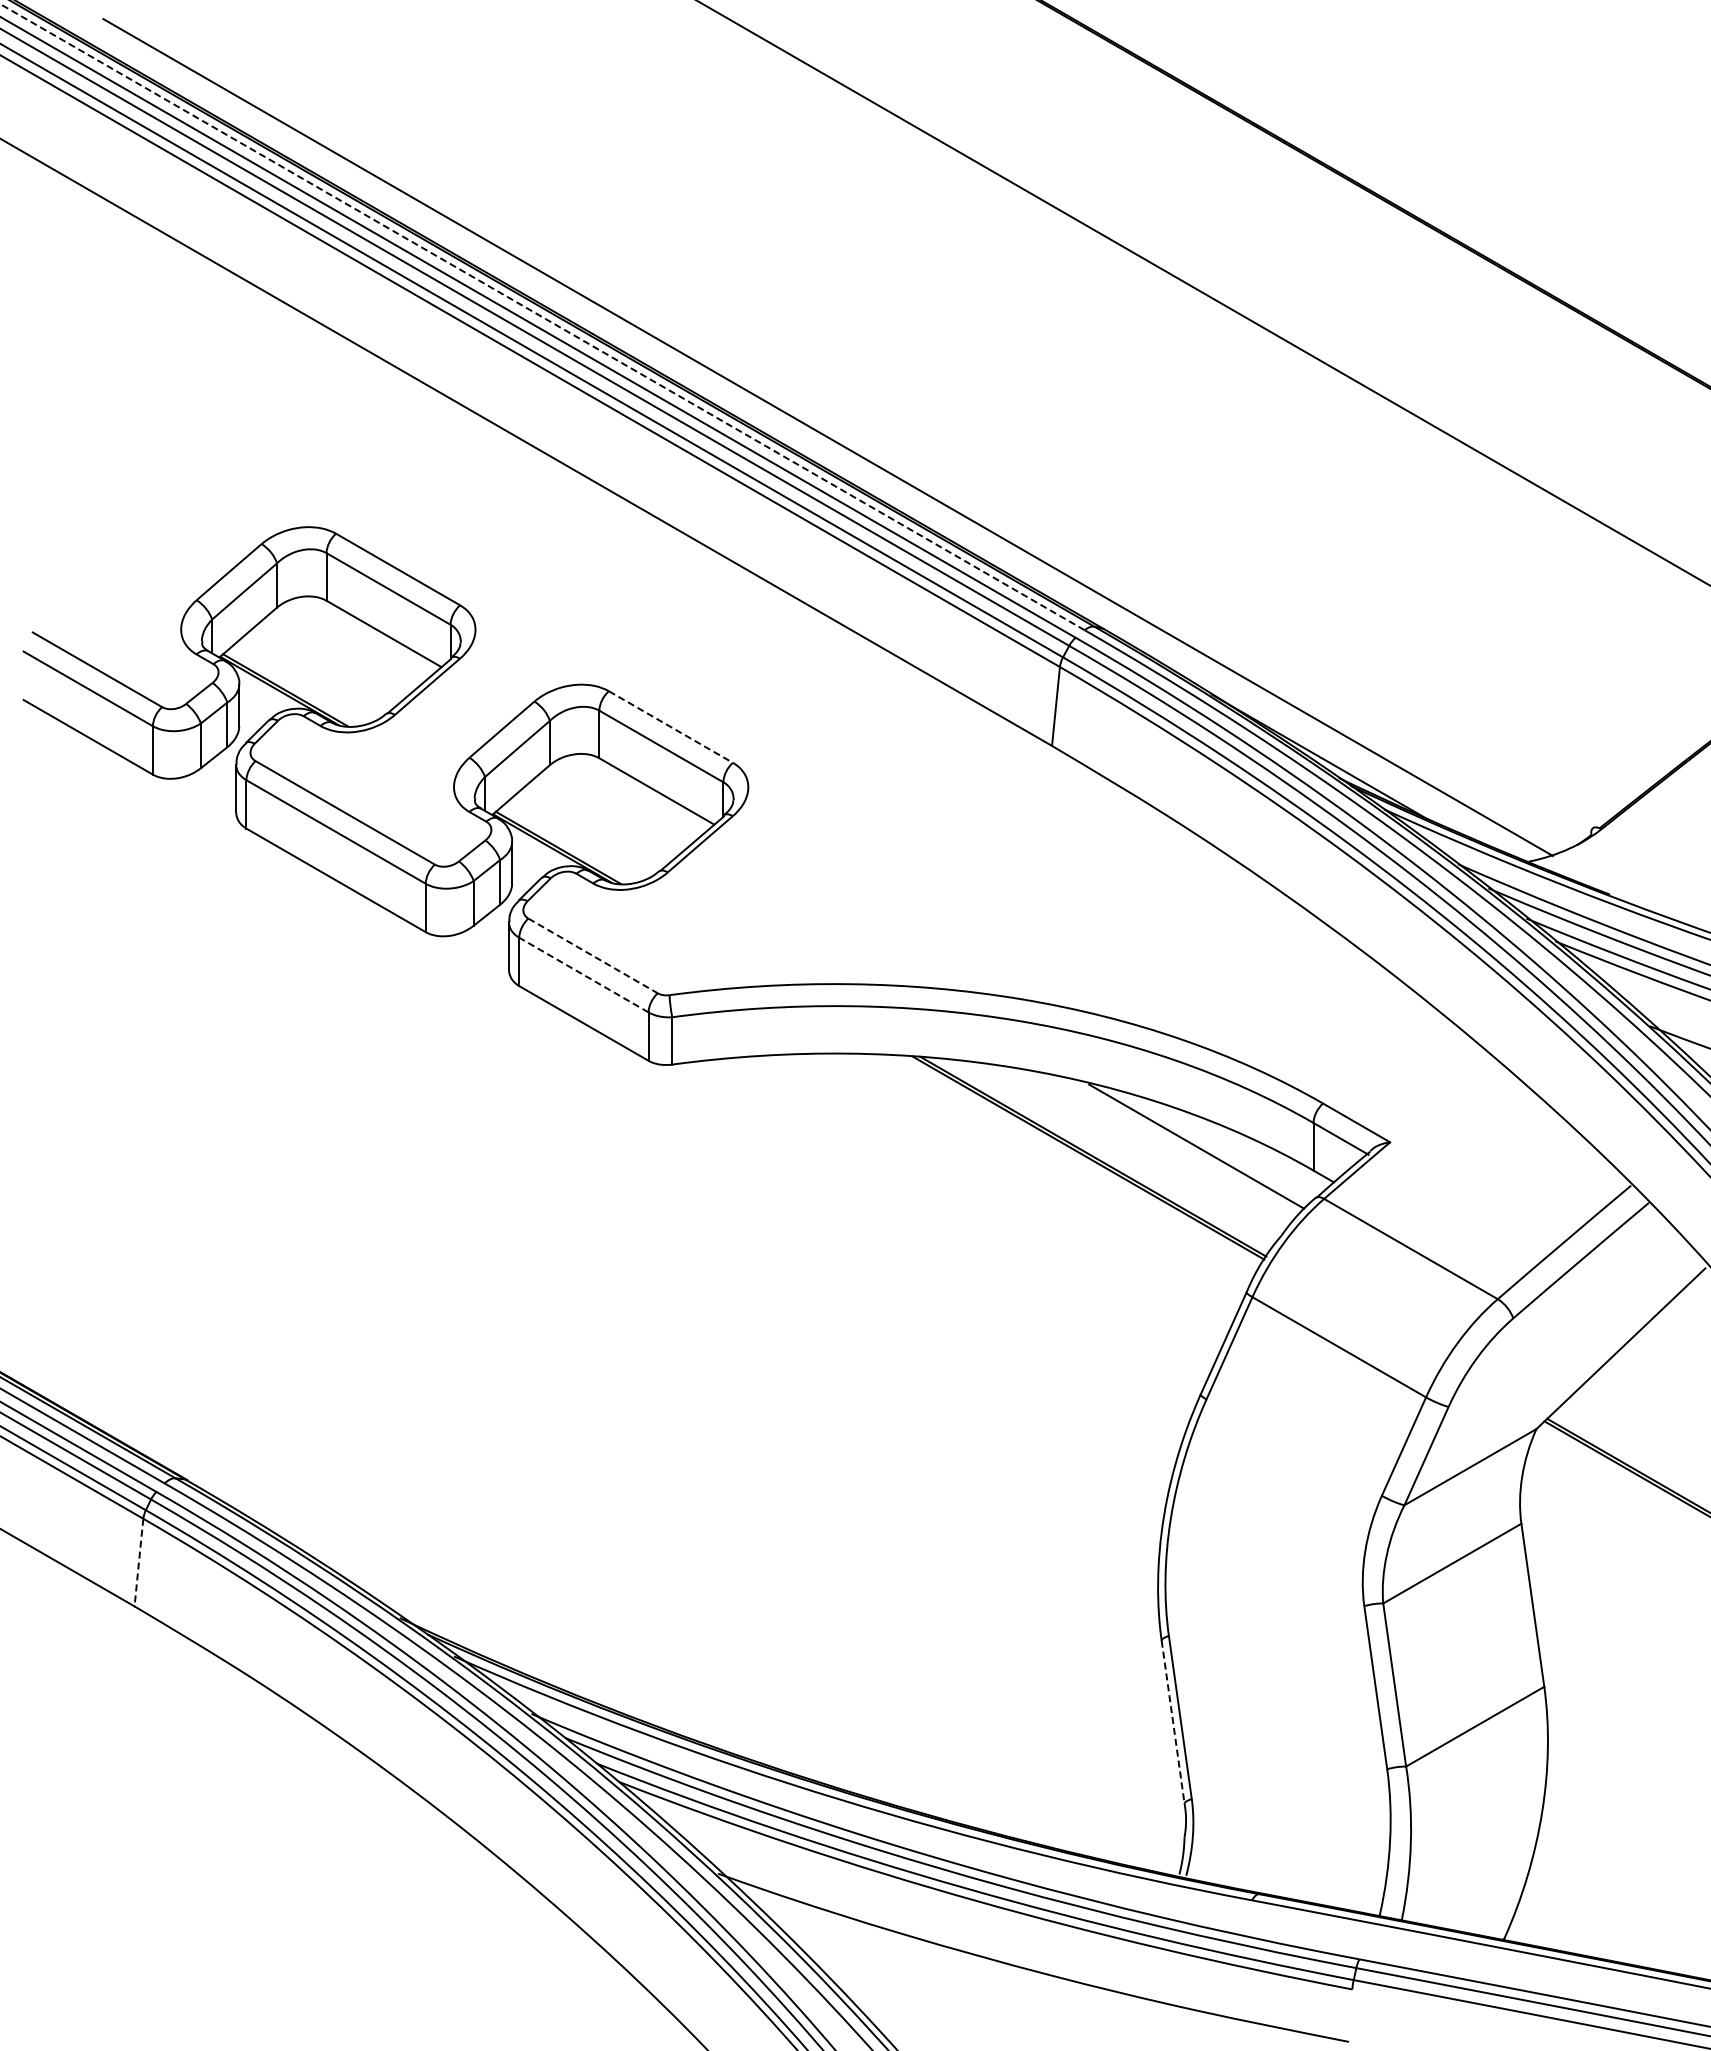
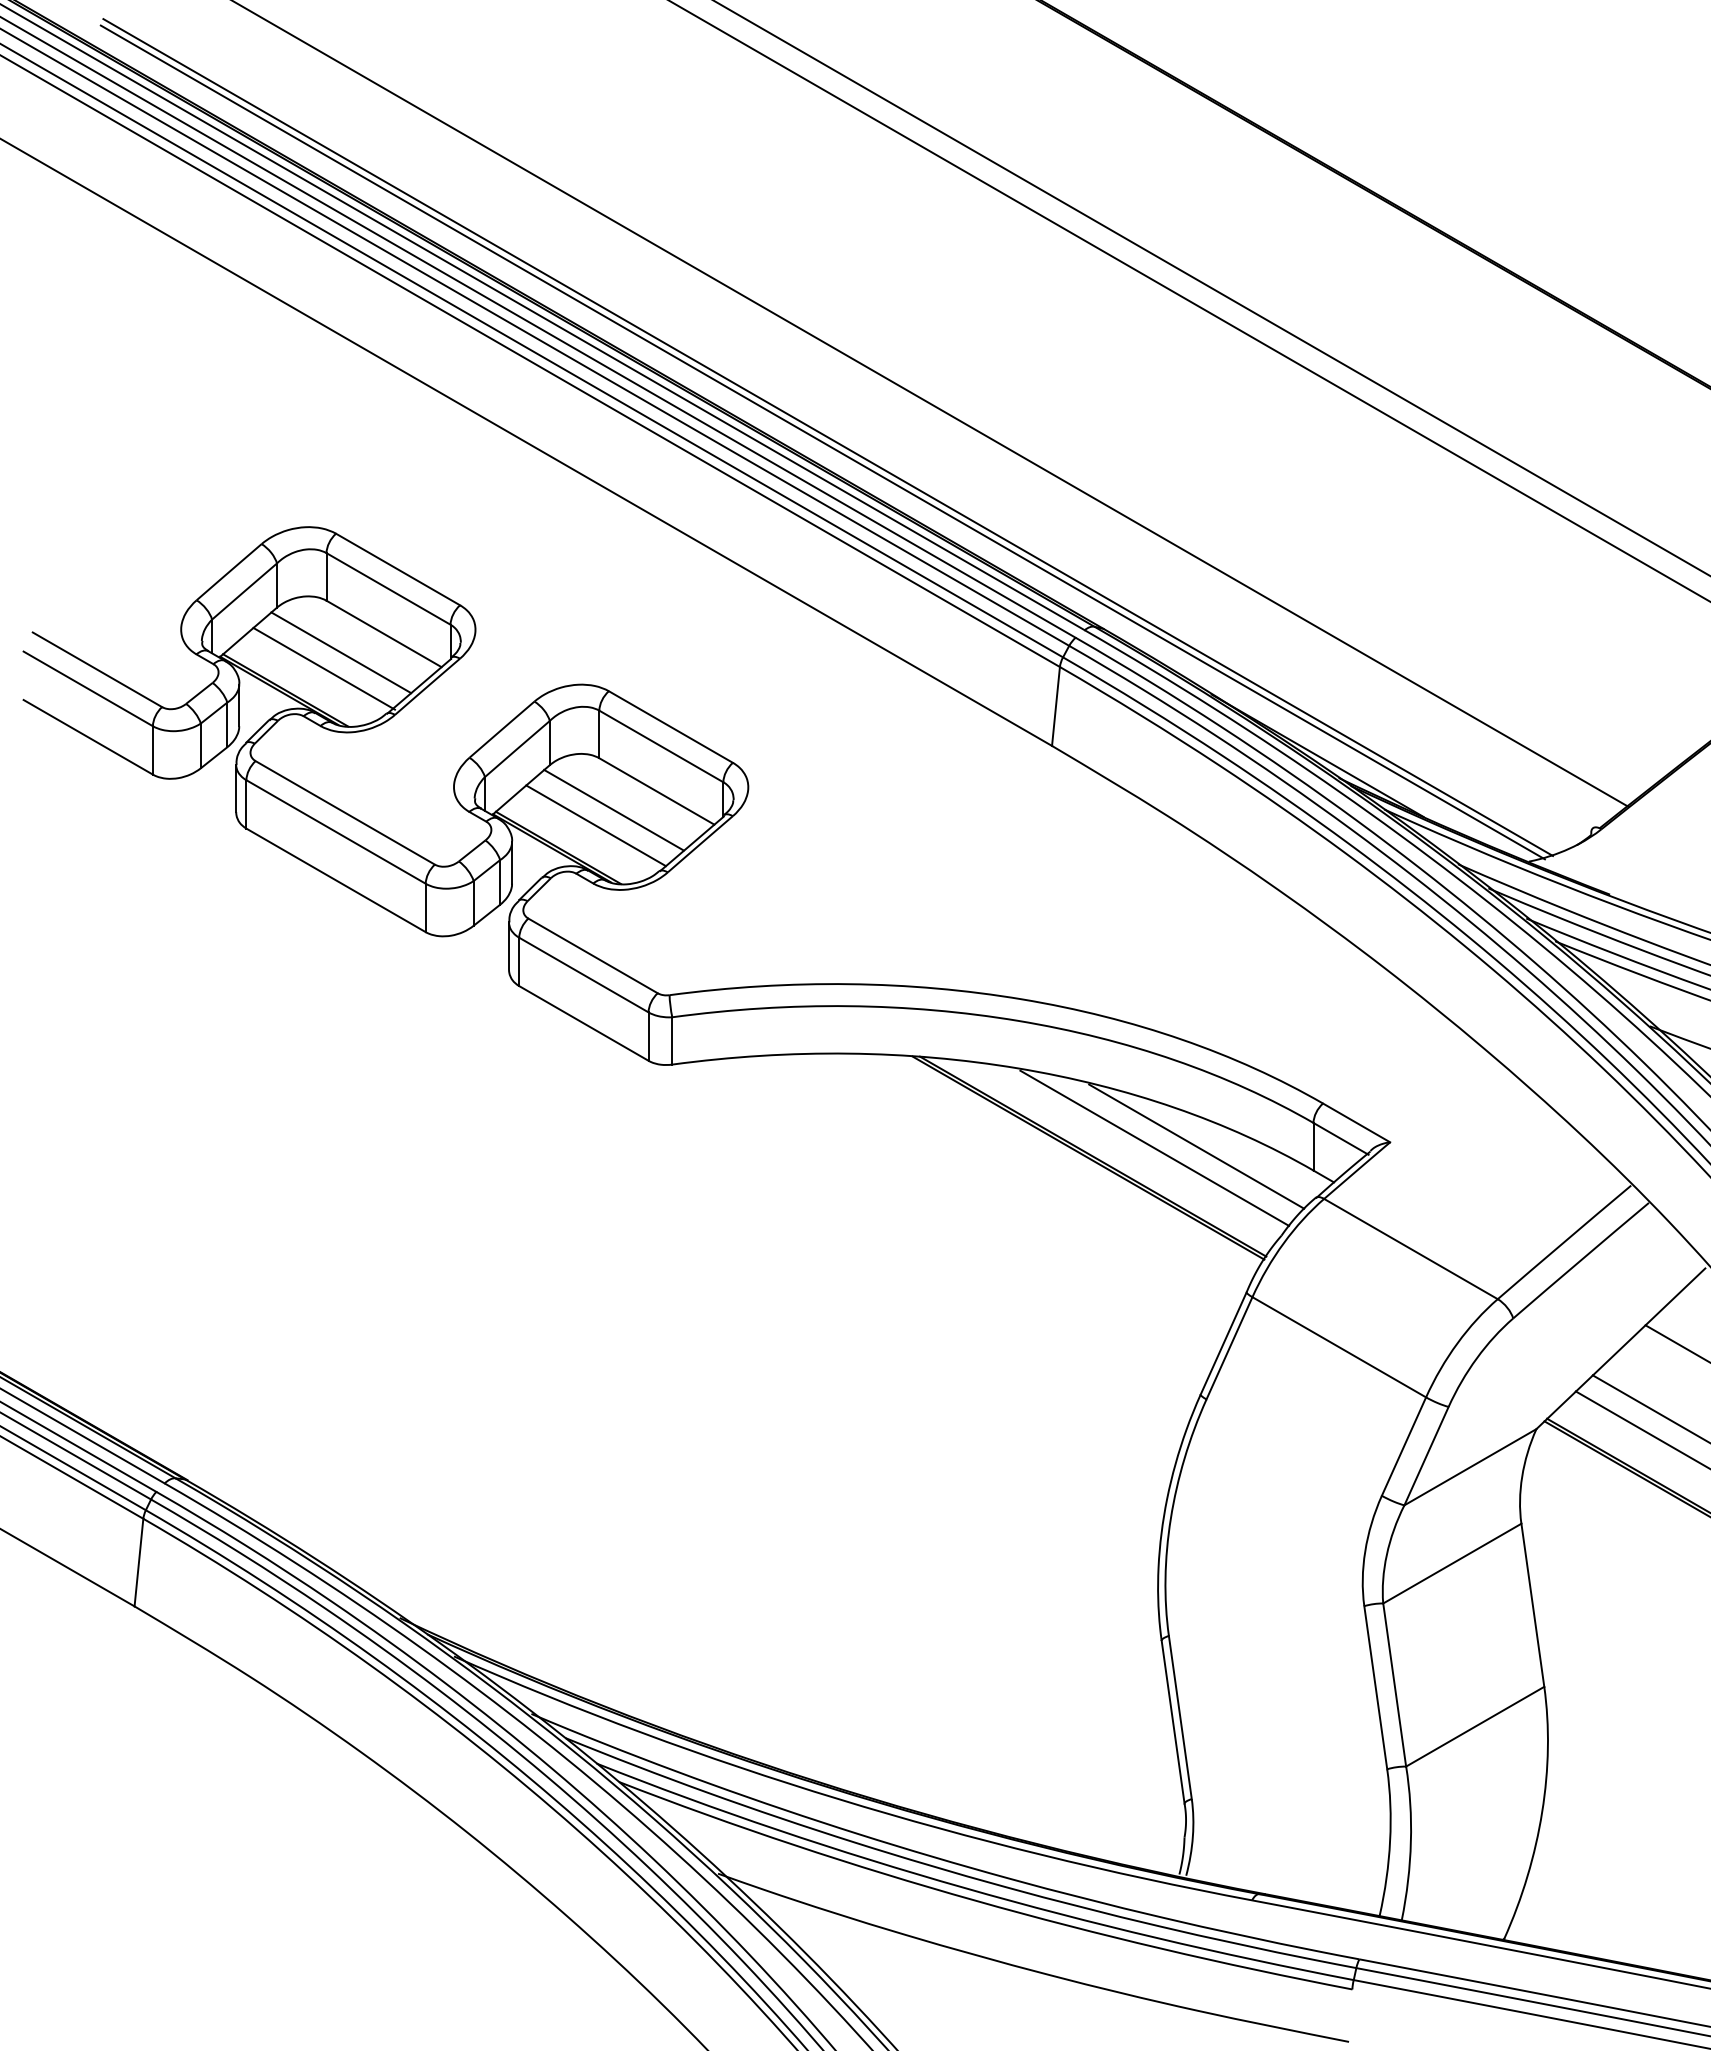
line at (1211, 288): none -> present
line at (1203, 293) position: (1203, 293) -> (1189, 301)
line at (542, 316): dashed -> solid
line at (931, 404): none -> present
line at (822, 442): none -> present
line at (341, 652): none -> present
line at (323, 668): none -> present
line at (670, 727): dashed -> solid
line at (613, 809): none -> present
line at (595, 825): none -> present
line at (593, 955): dashed -> solid
line at (583, 975): dashed -> solid
line at (1154, 1147): none -> present
line at (1676, 1343): none -> present
line at (1649, 1408): none -> present
line at (1641, 1429): none -> present
line at (138, 1563): dashed -> solid
line at (1173, 1722): dashed -> solid
